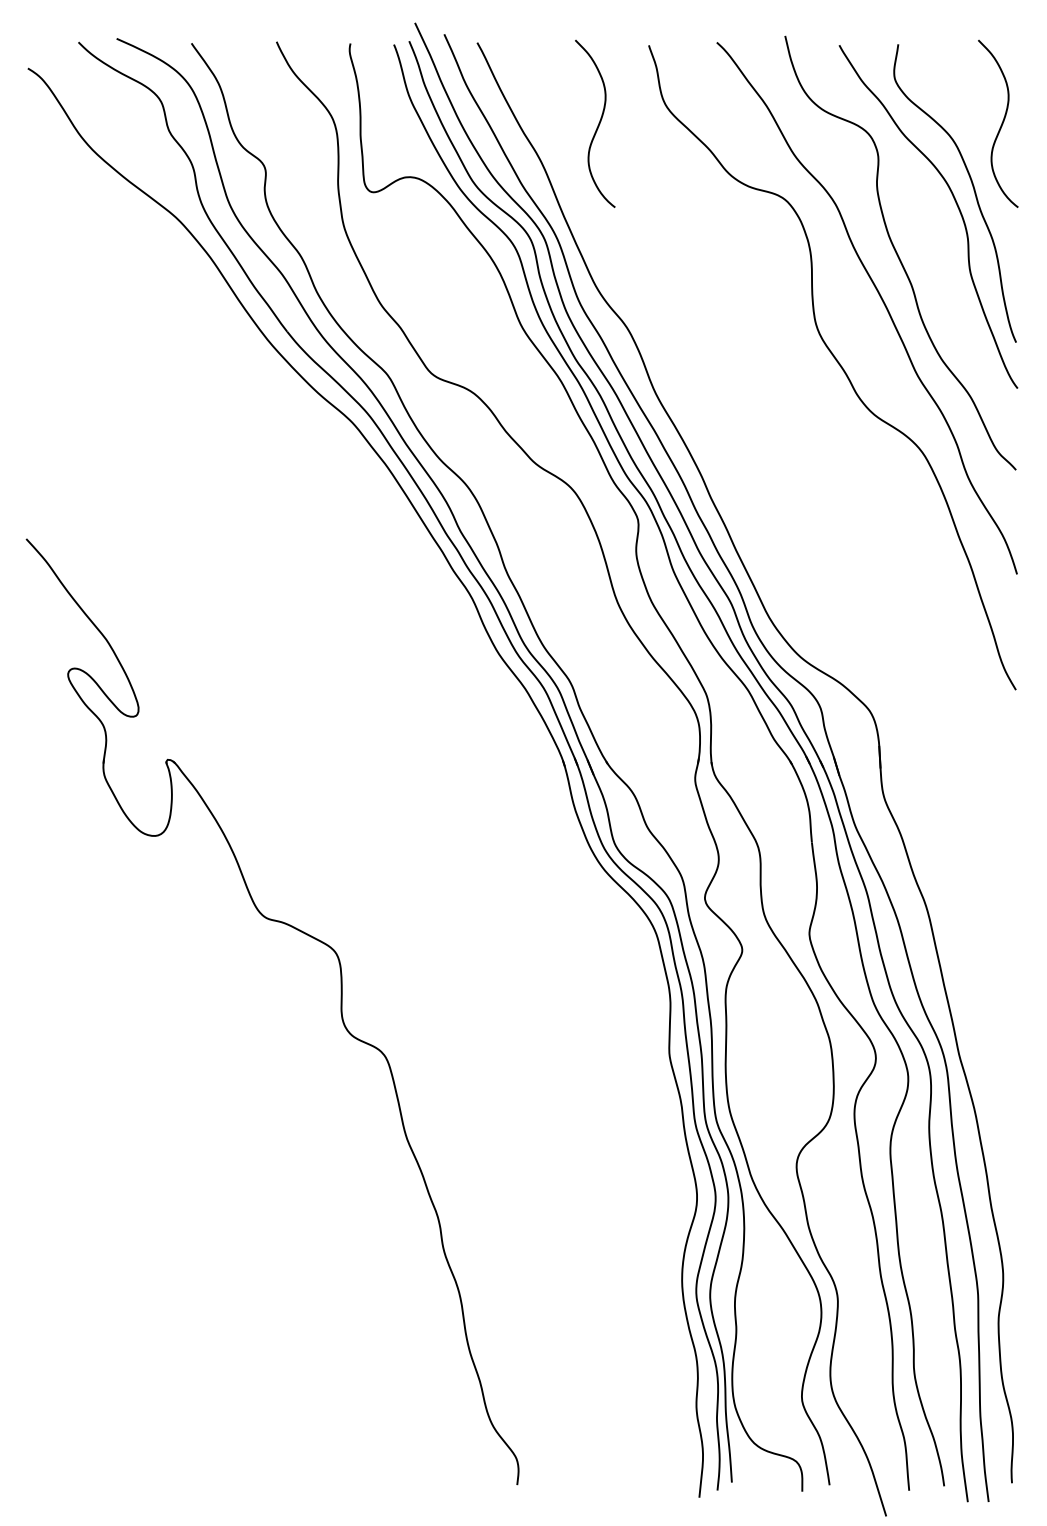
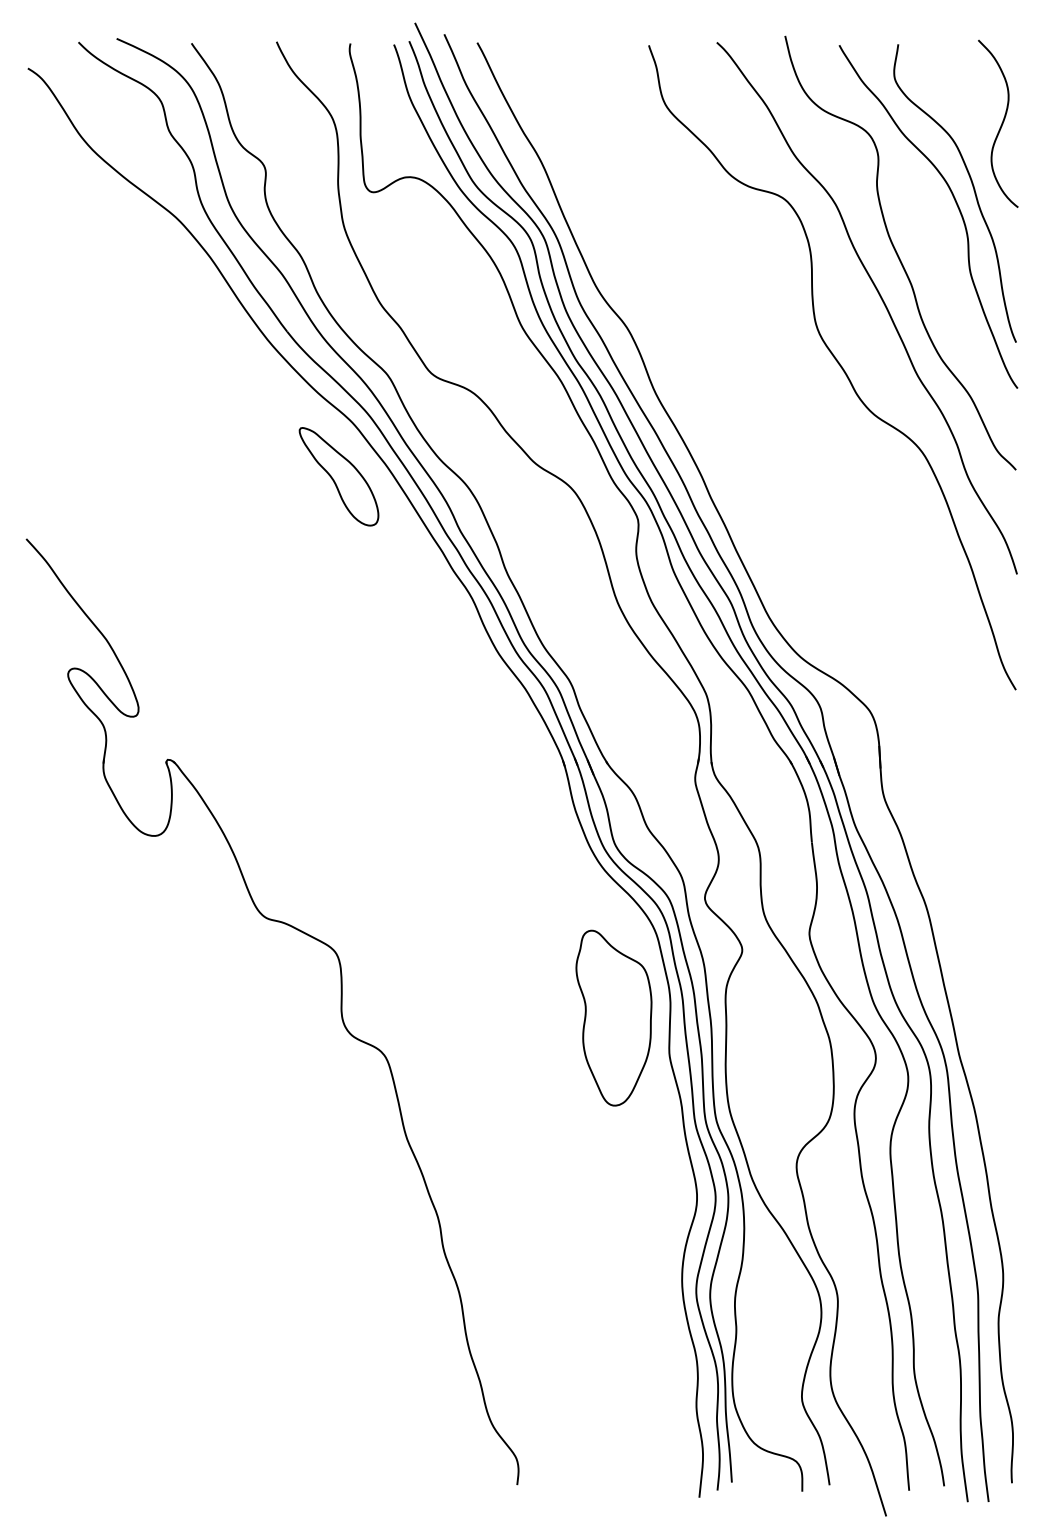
curve at (597, 125): present -> none
part at (338, 476): none -> present
part at (613, 1017): none -> present
